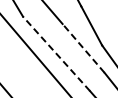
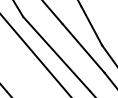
line at (83, 48): dashed -> solid
line at (56, 53): dashed -> solid
